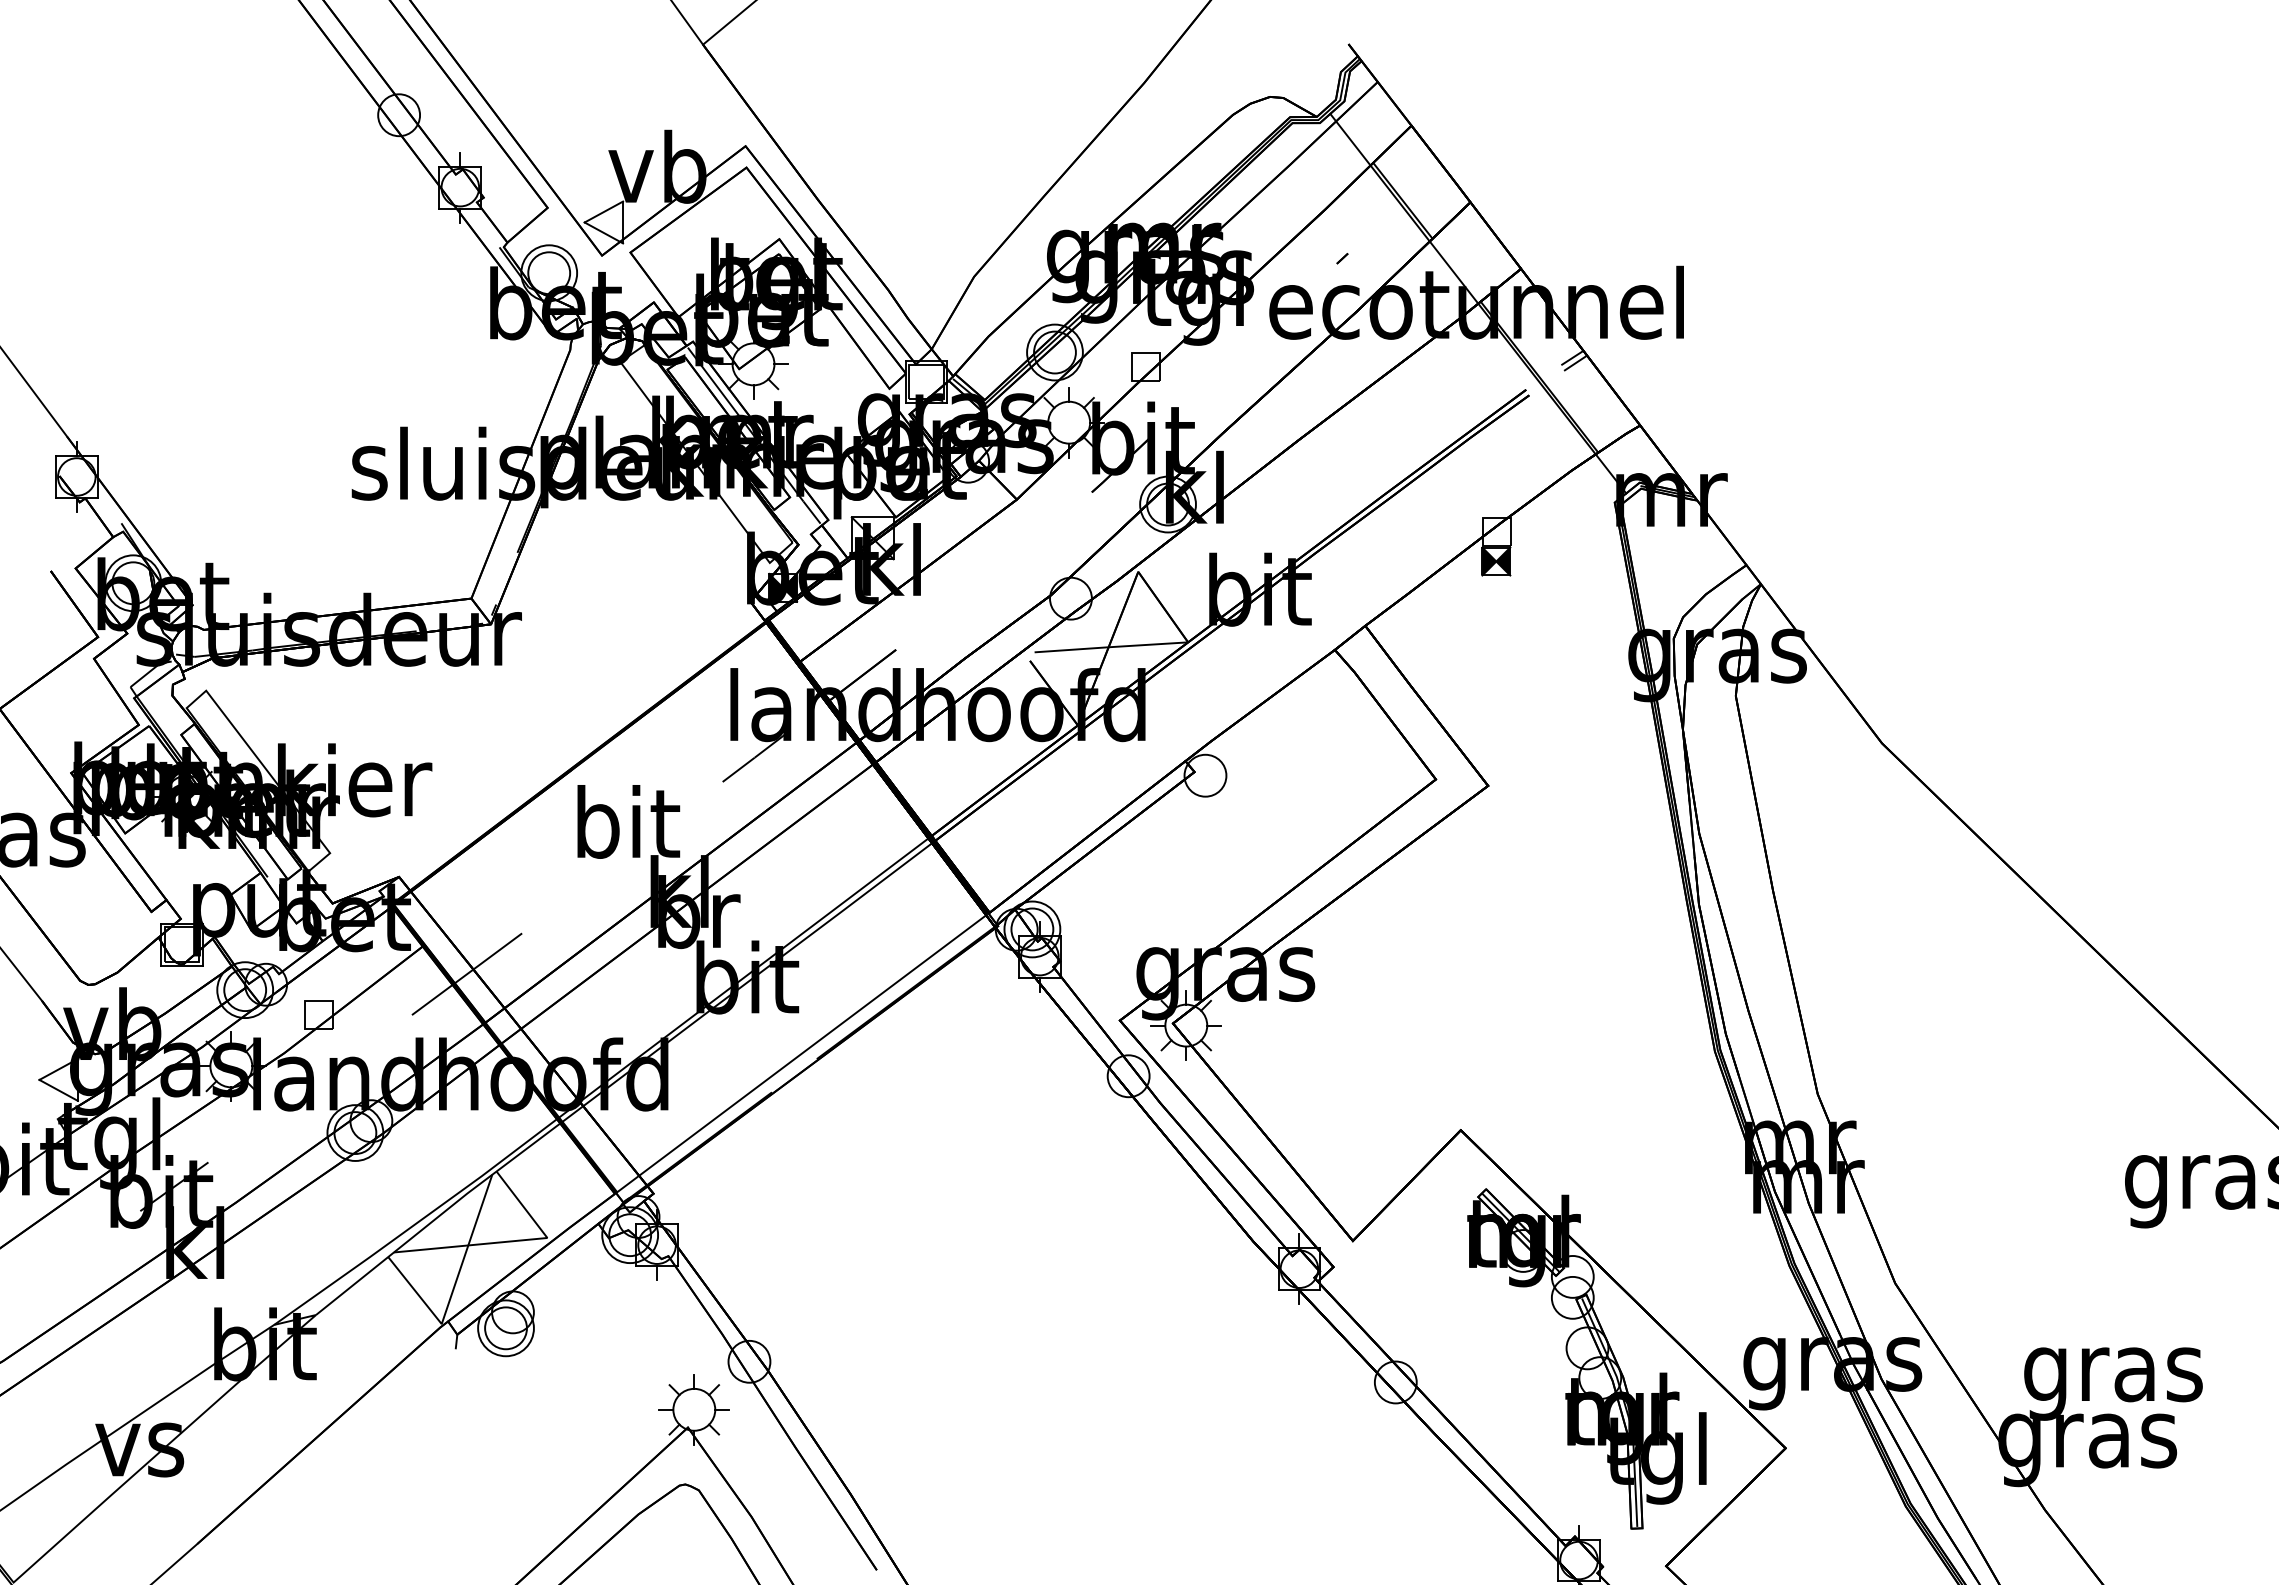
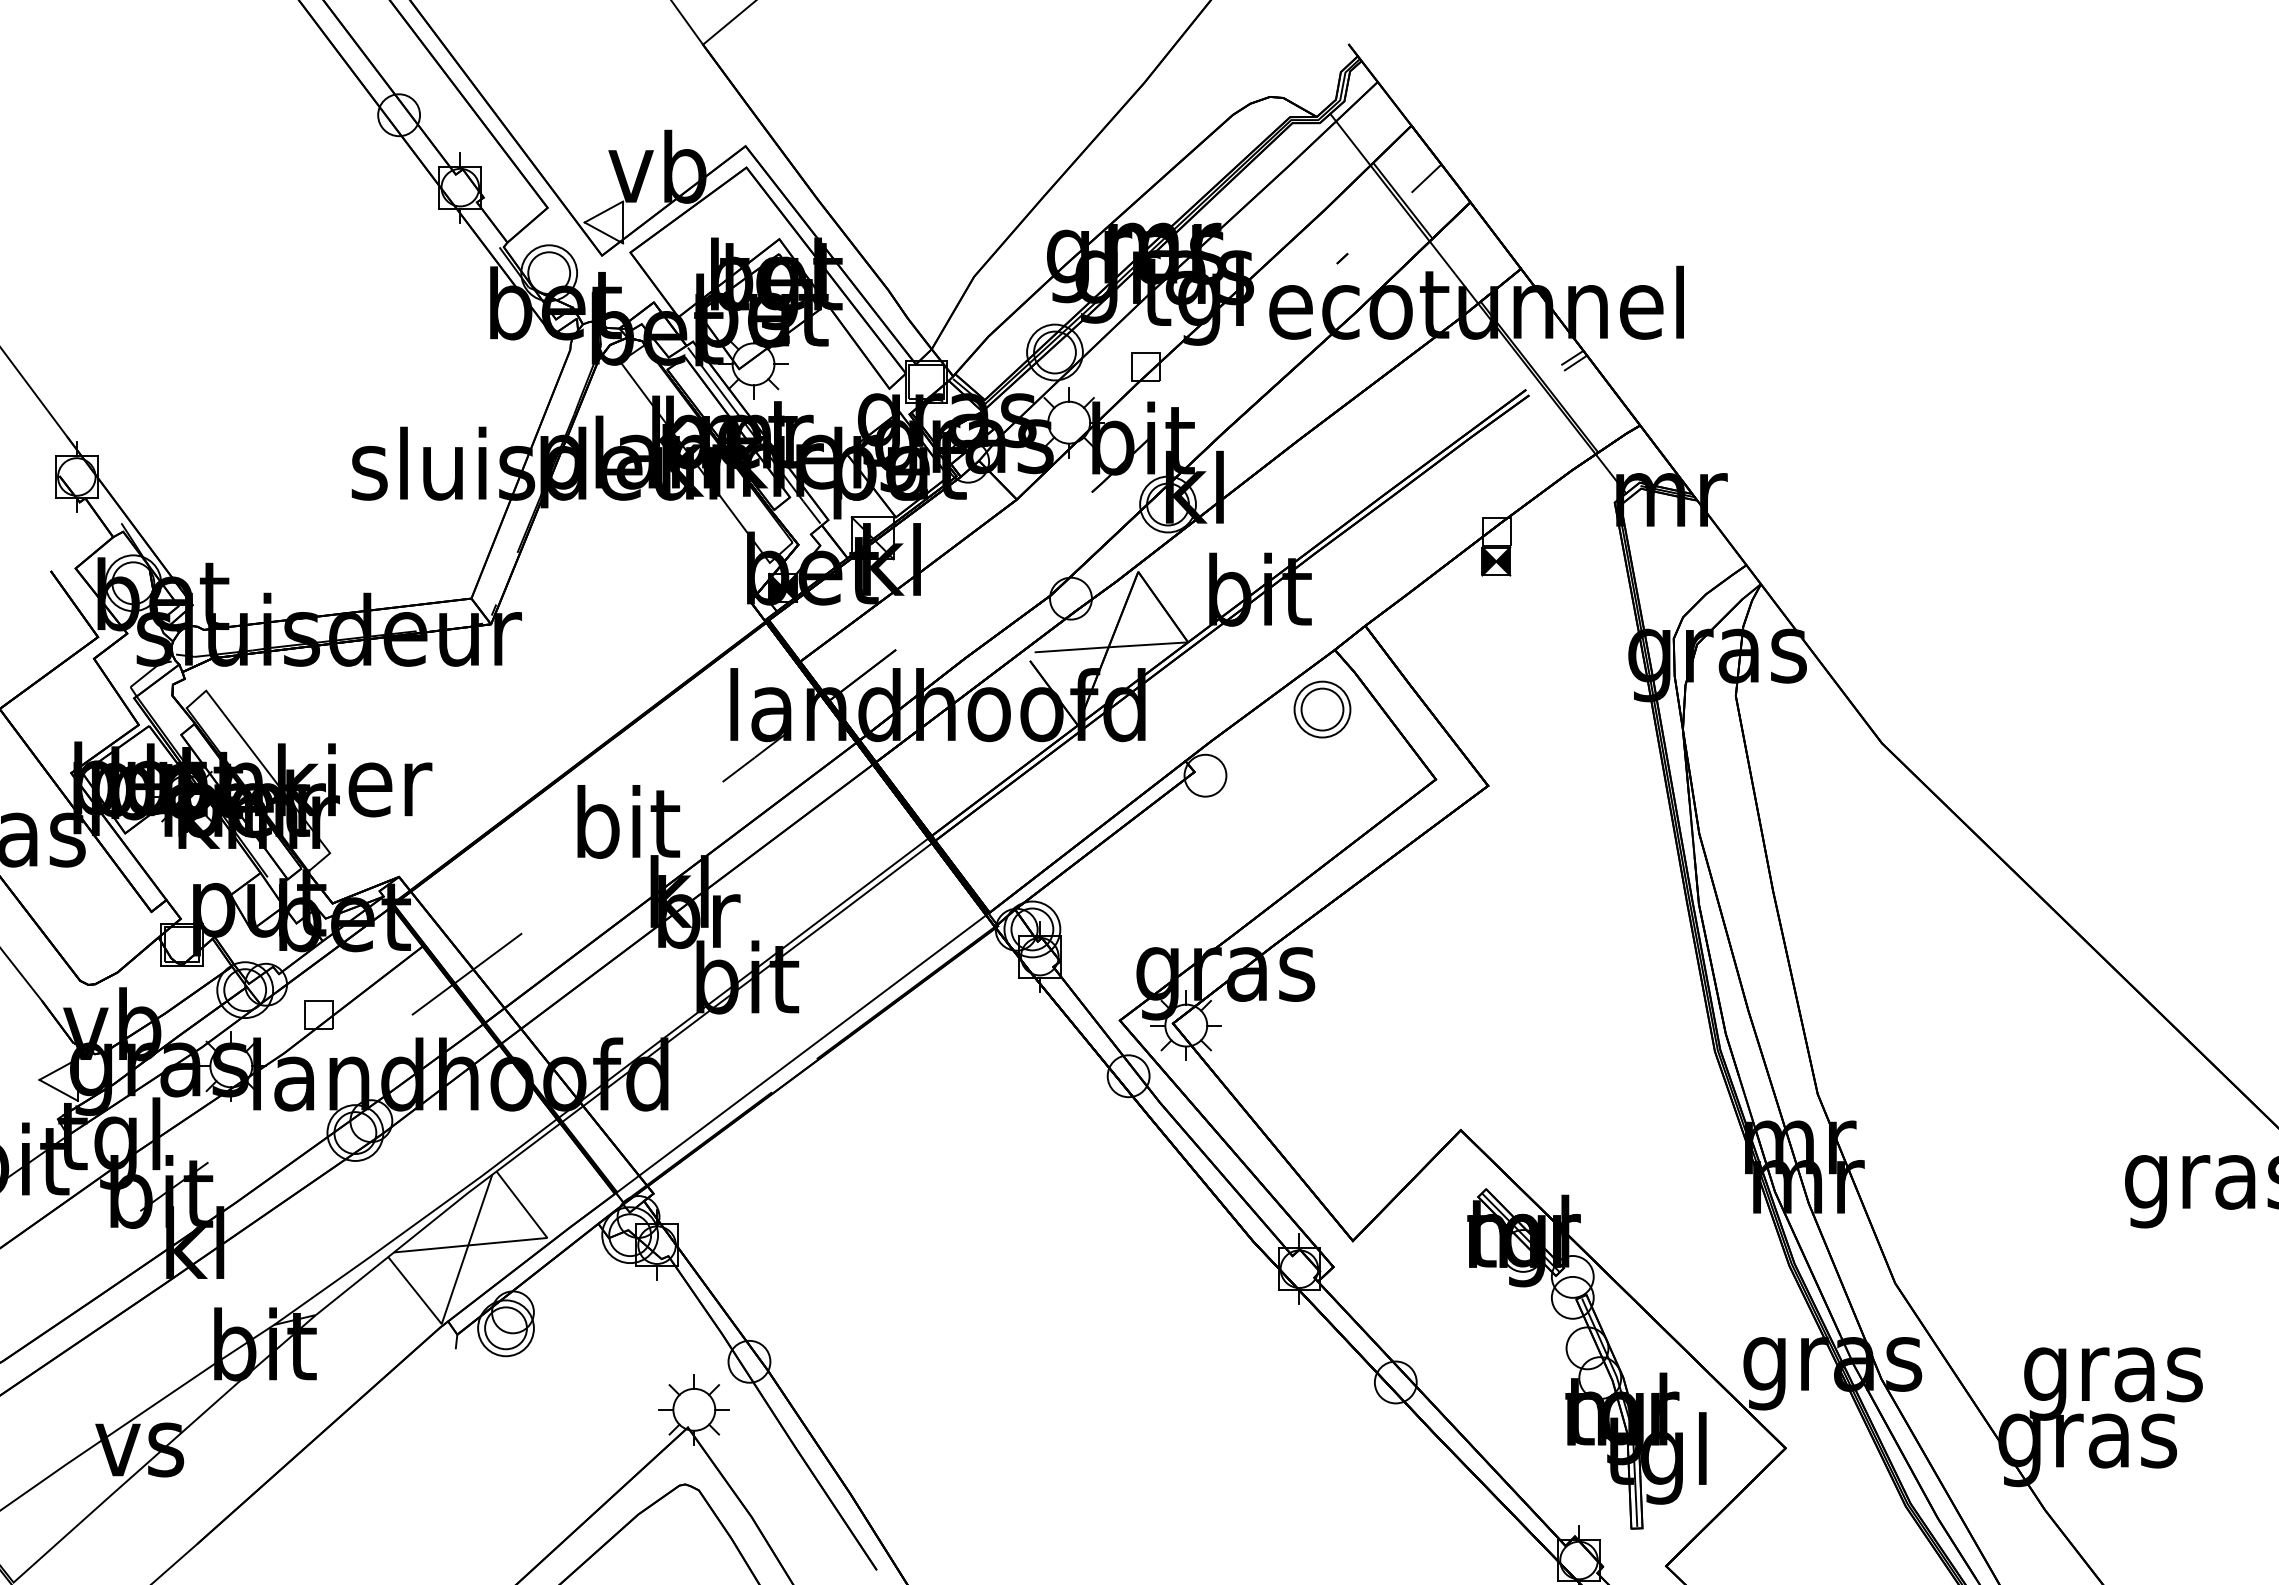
line at (1426, 178): none -> present
part at (1322, 709): none -> present
